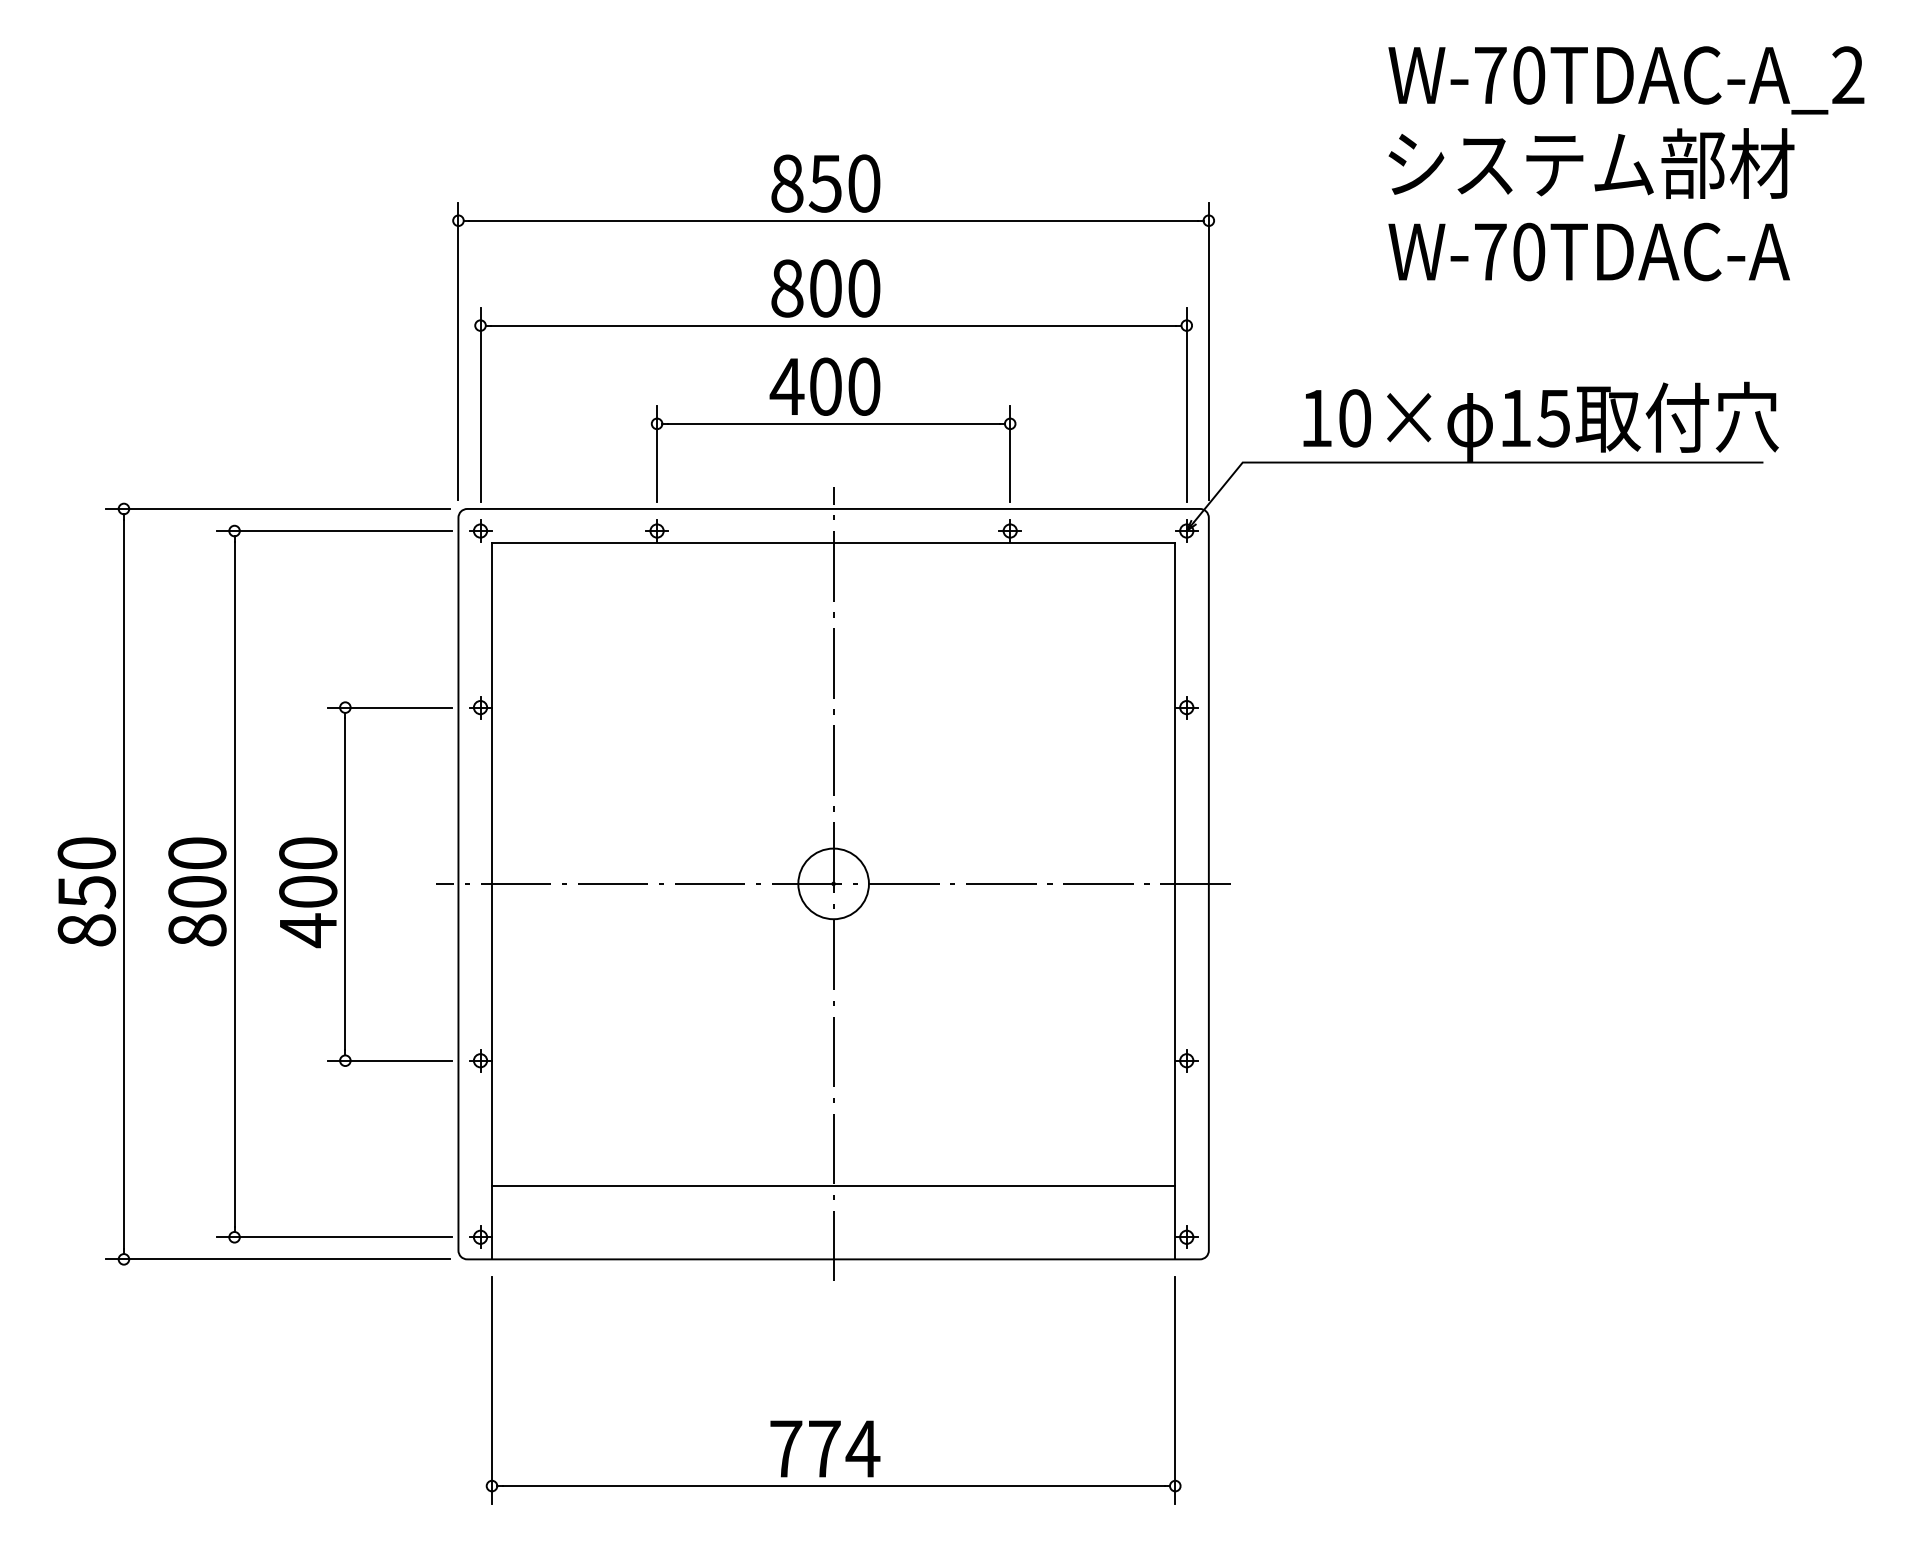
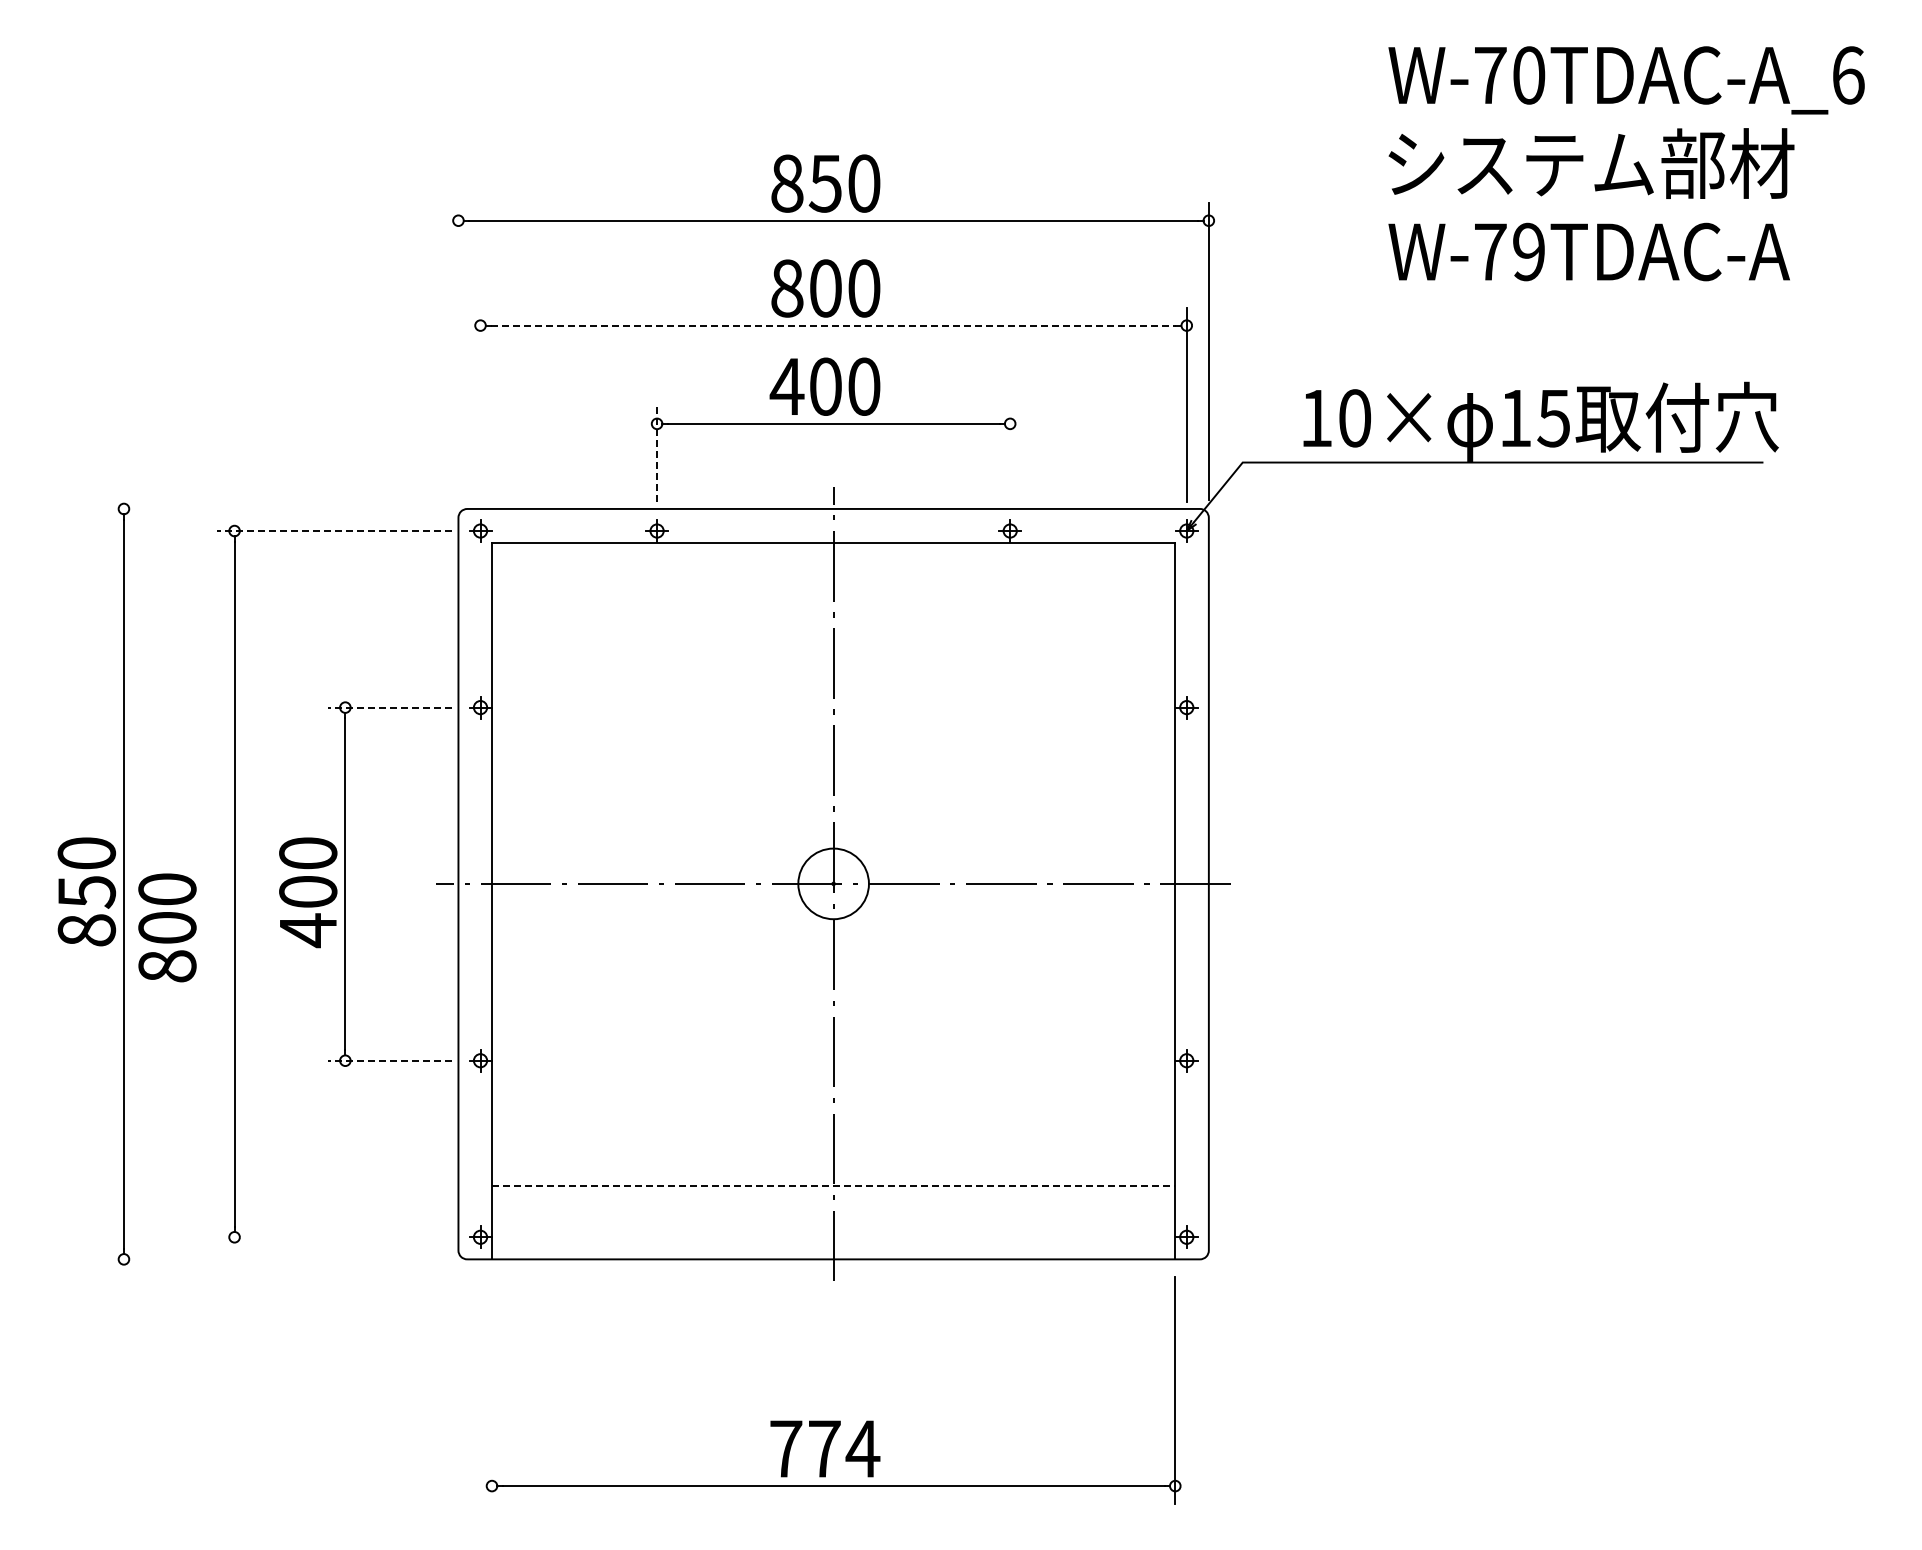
text at (1848, 75): W-70TDAC-A_2 -> W-70TDAC-A_6
text at (1529, 251): W-70TDAC-A -> W-79TDAC-A
line at (833, 325): solid -> dashed
line at (458, 351): present -> none
line at (480, 404): present -> none
line at (657, 453): solid -> dashed
line at (1010, 454): present -> none
line at (277, 508): present -> none
line at (333, 531): solid -> dashed
line at (389, 707): solid -> dashed
text at (197, 891) position: (197, 891) -> (167, 927)
line at (389, 1060): solid -> dashed
line at (833, 1186): solid -> dashed
line at (333, 1237): present -> none
line at (277, 1259): present -> none
line at (492, 1390): present -> none
